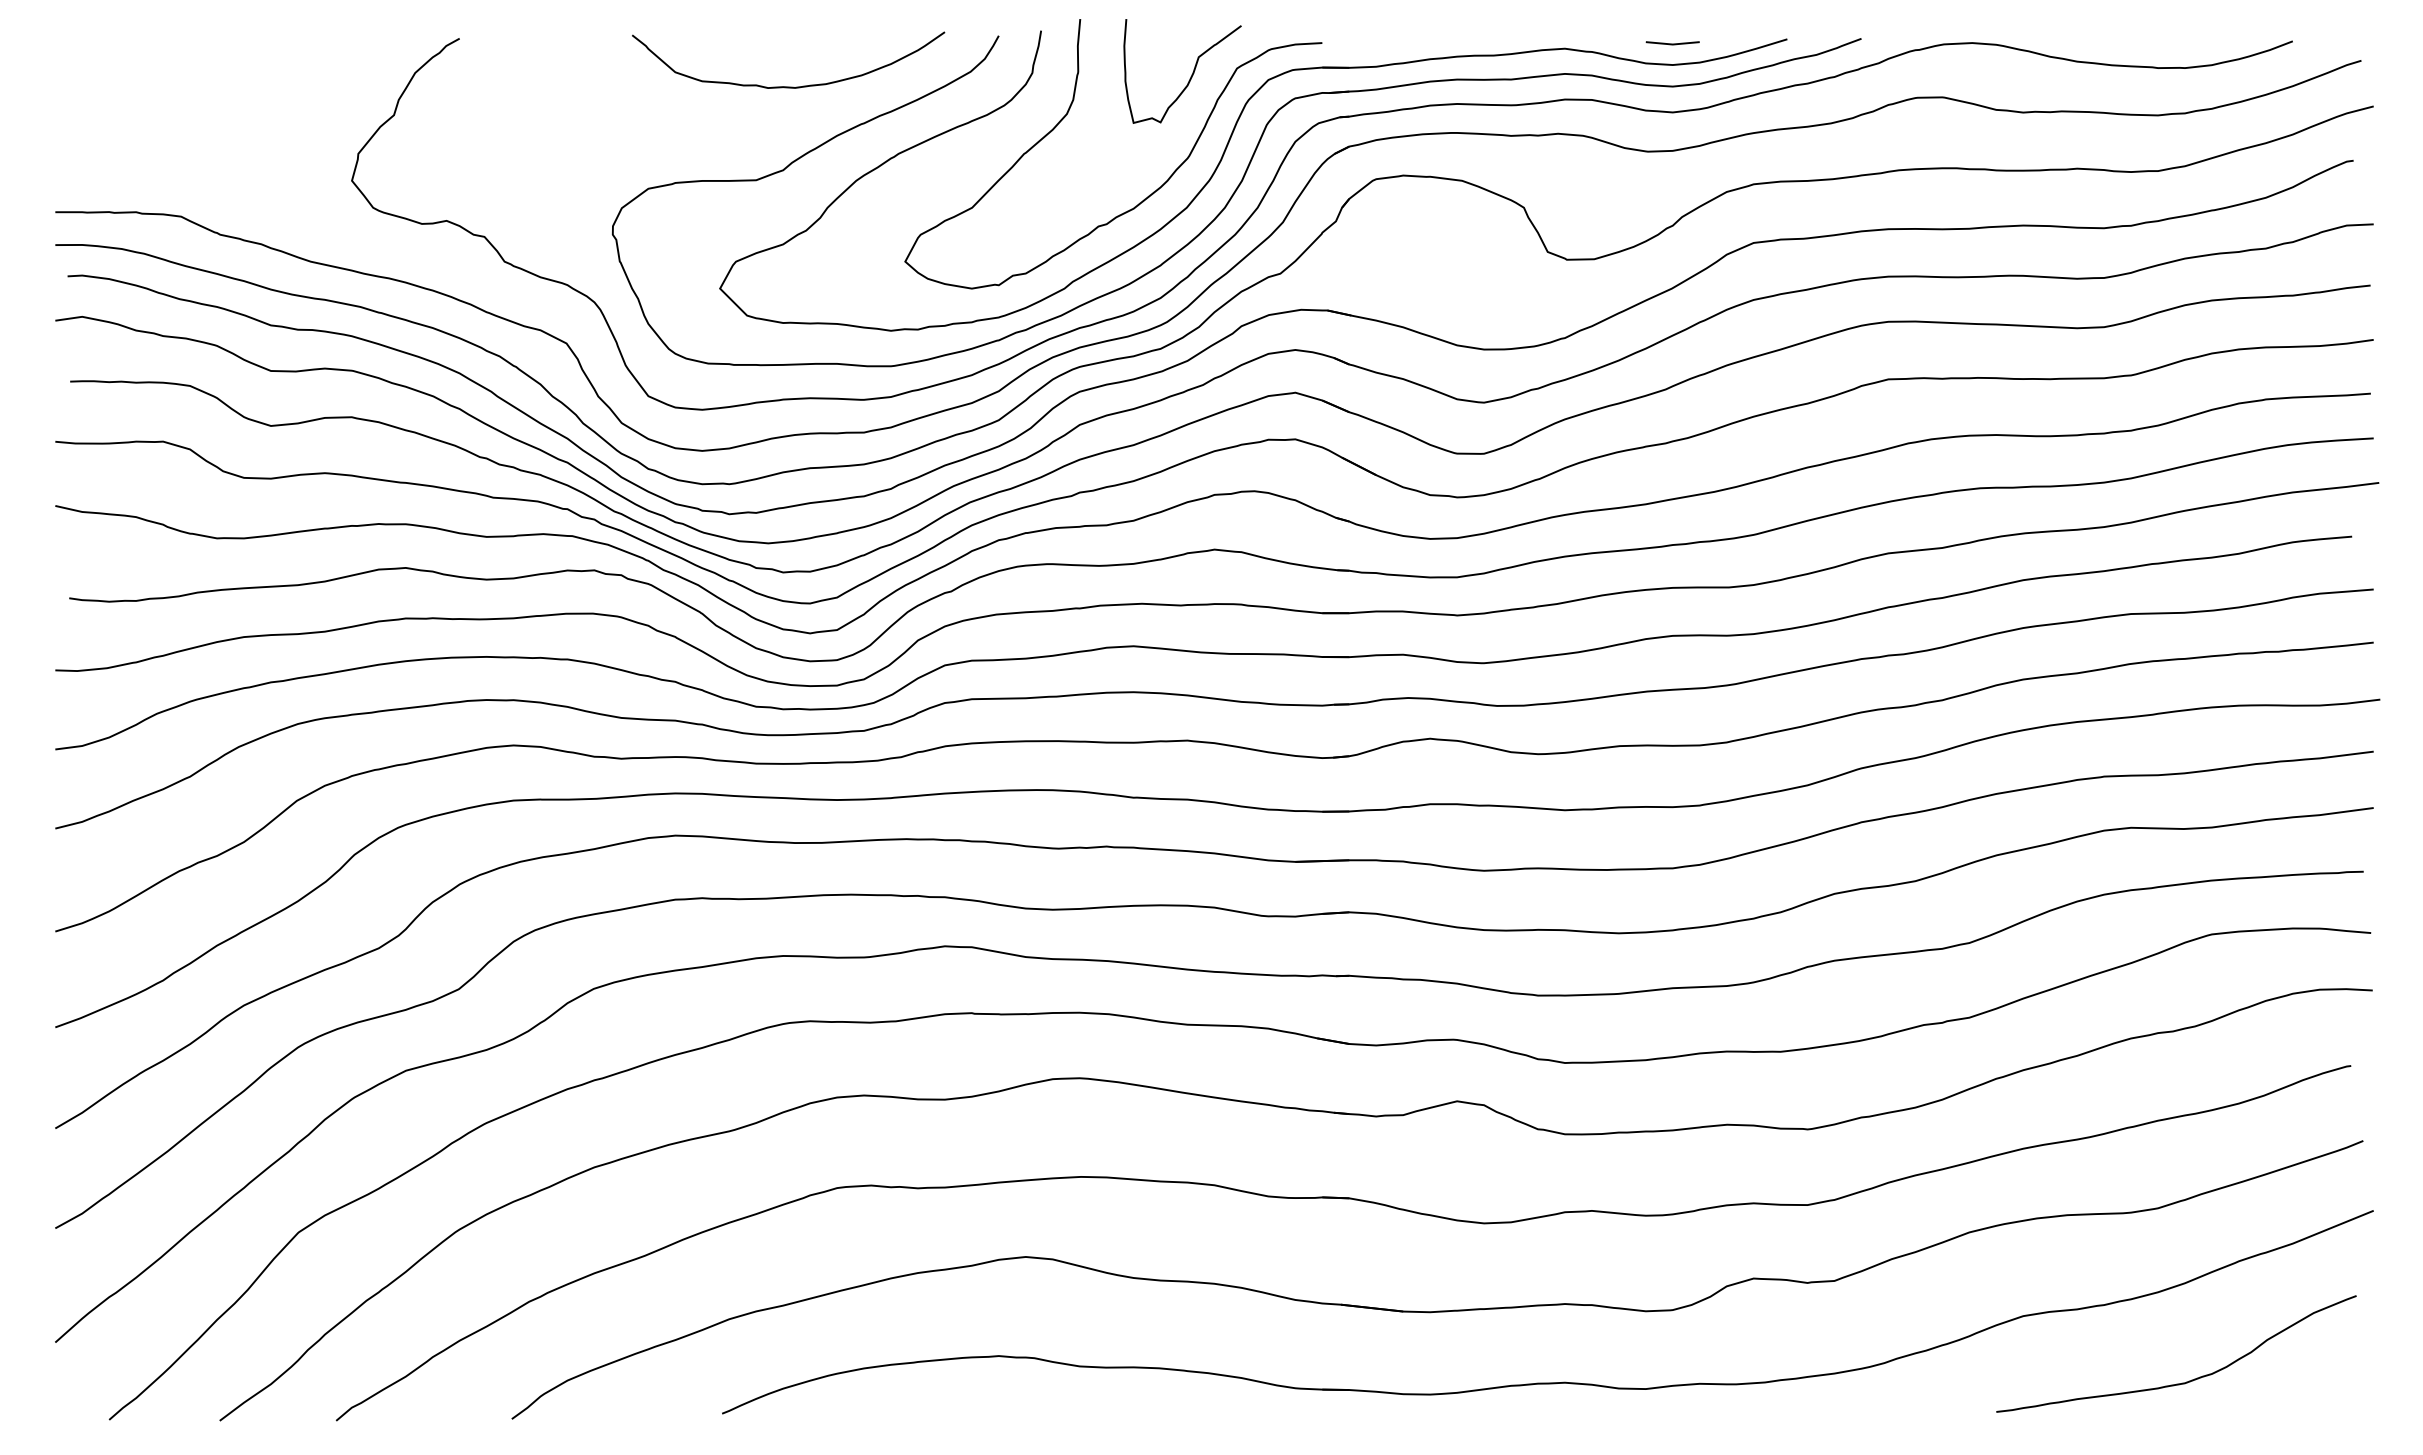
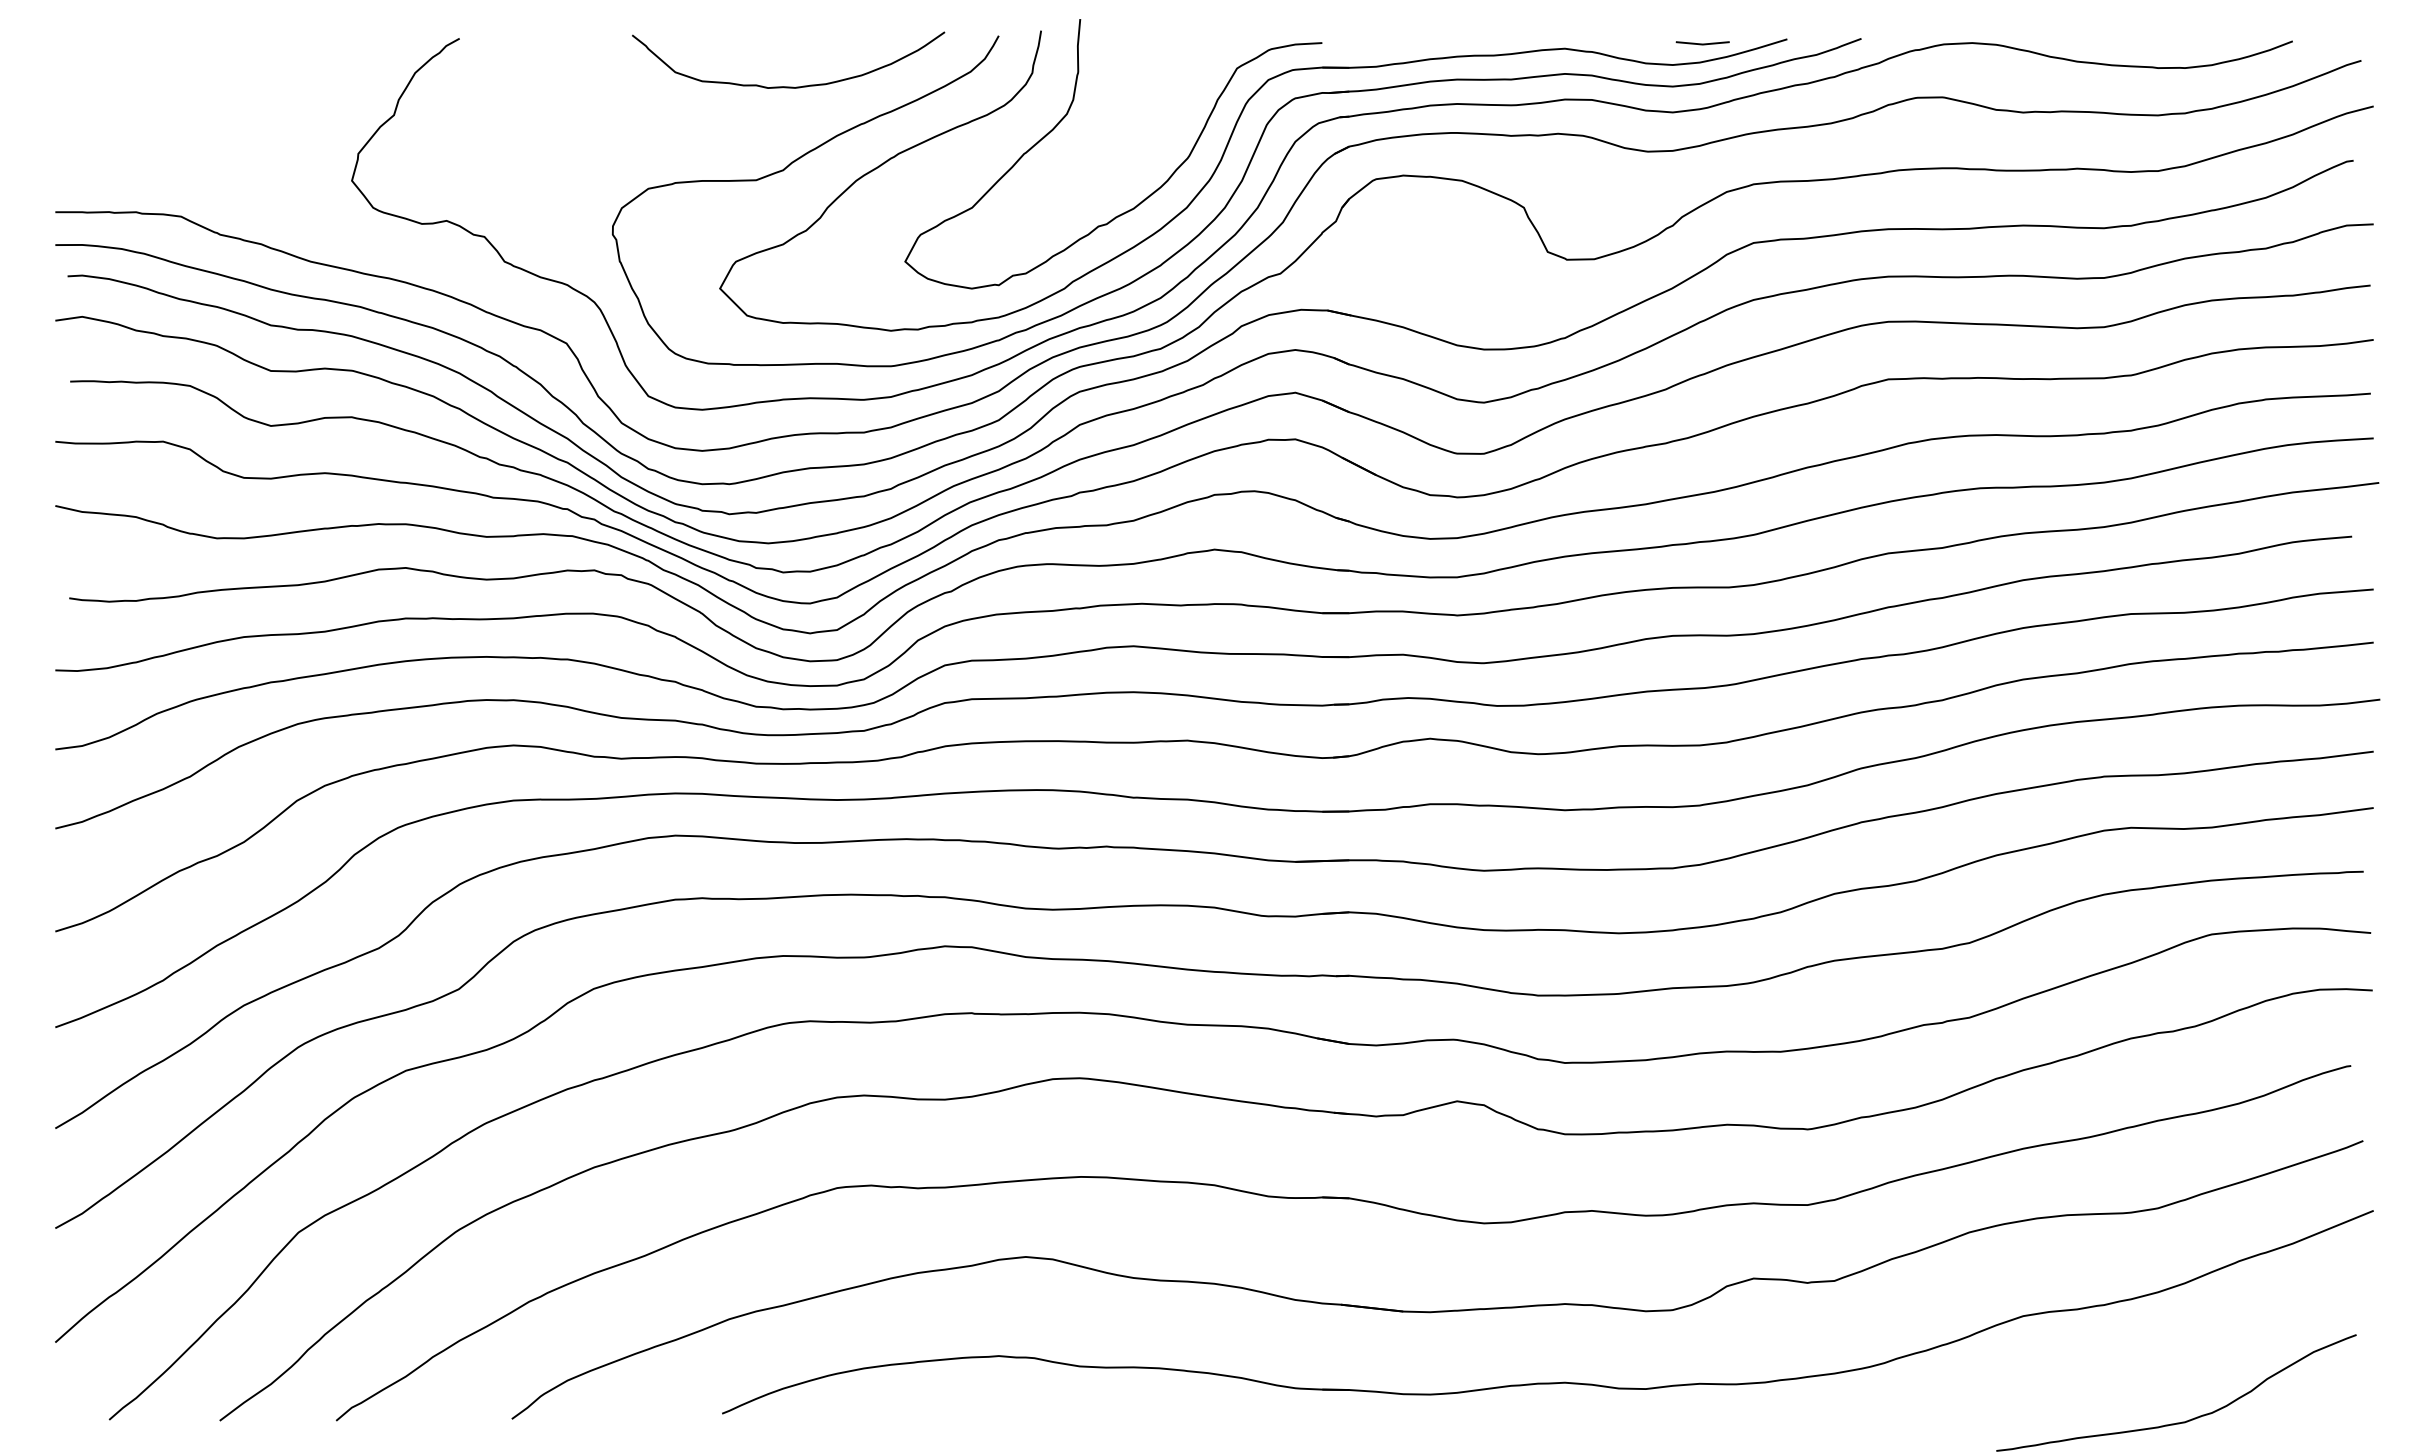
line at (1672, 43) position: (1672, 43) -> (1702, 43)
curve at (1190, 76): present -> none
curve at (2182, 1382) position: (2182, 1382) -> (2182, 1421)
